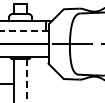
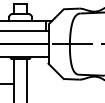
line at (24, 31): dashed -> solid
line at (27, 80): dashed -> solid
